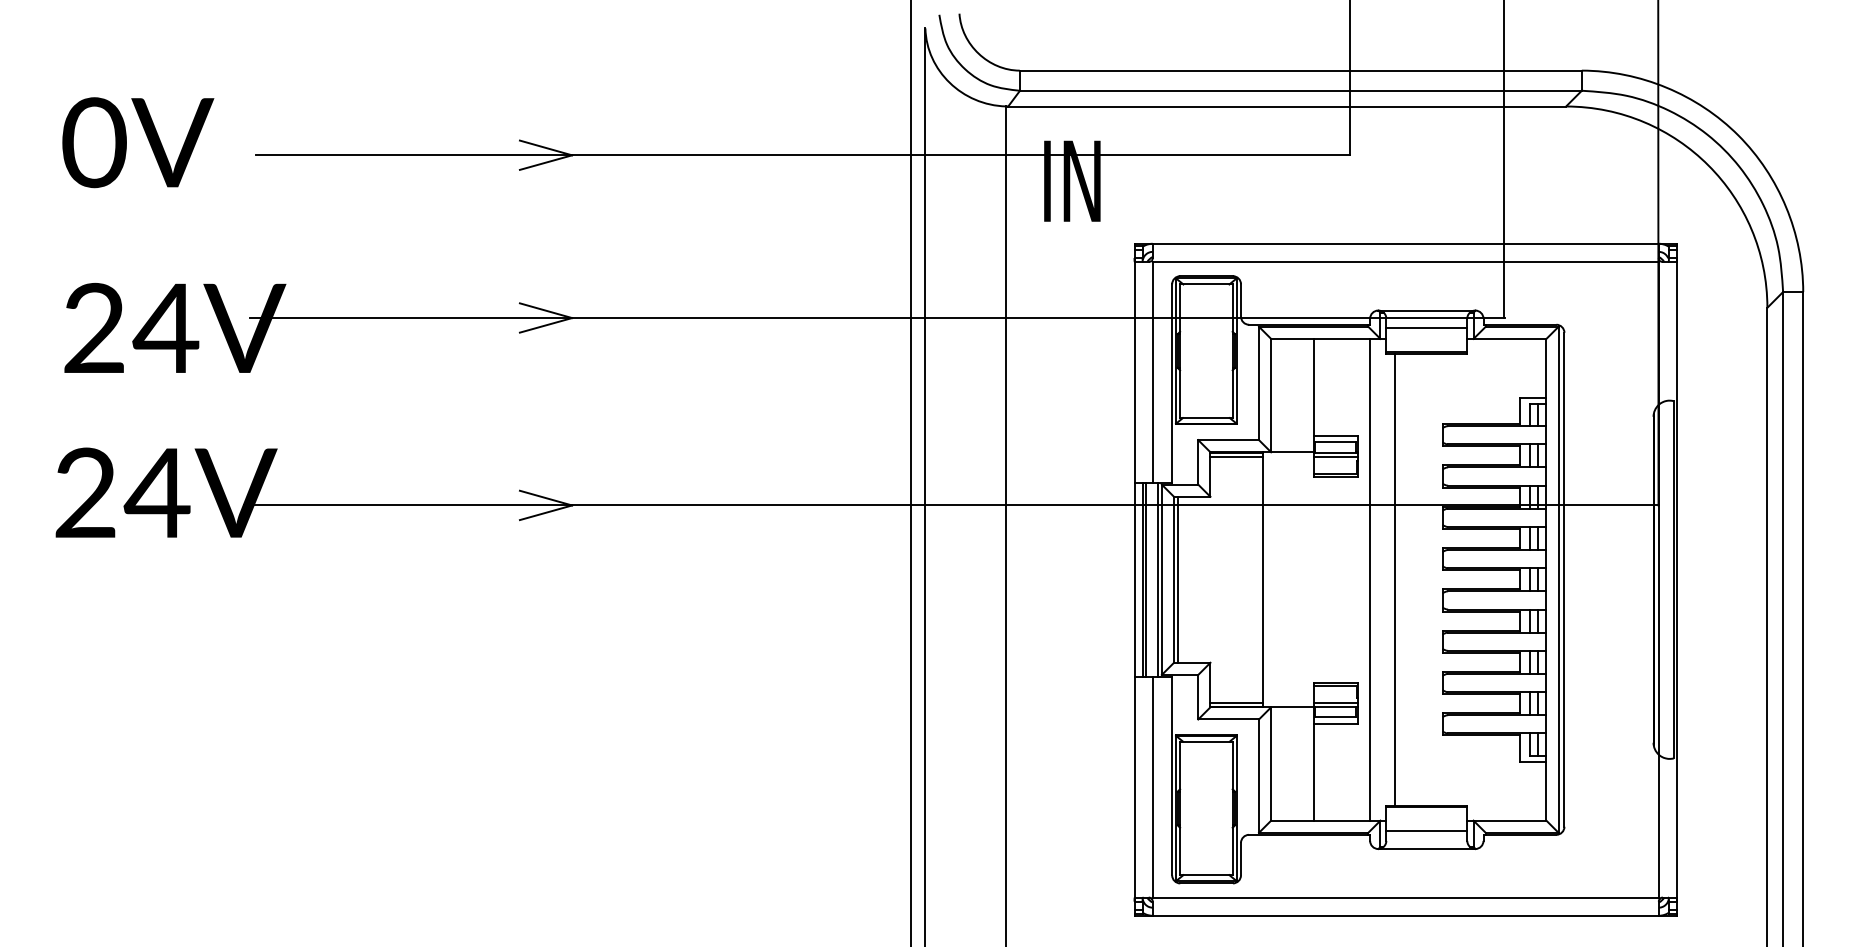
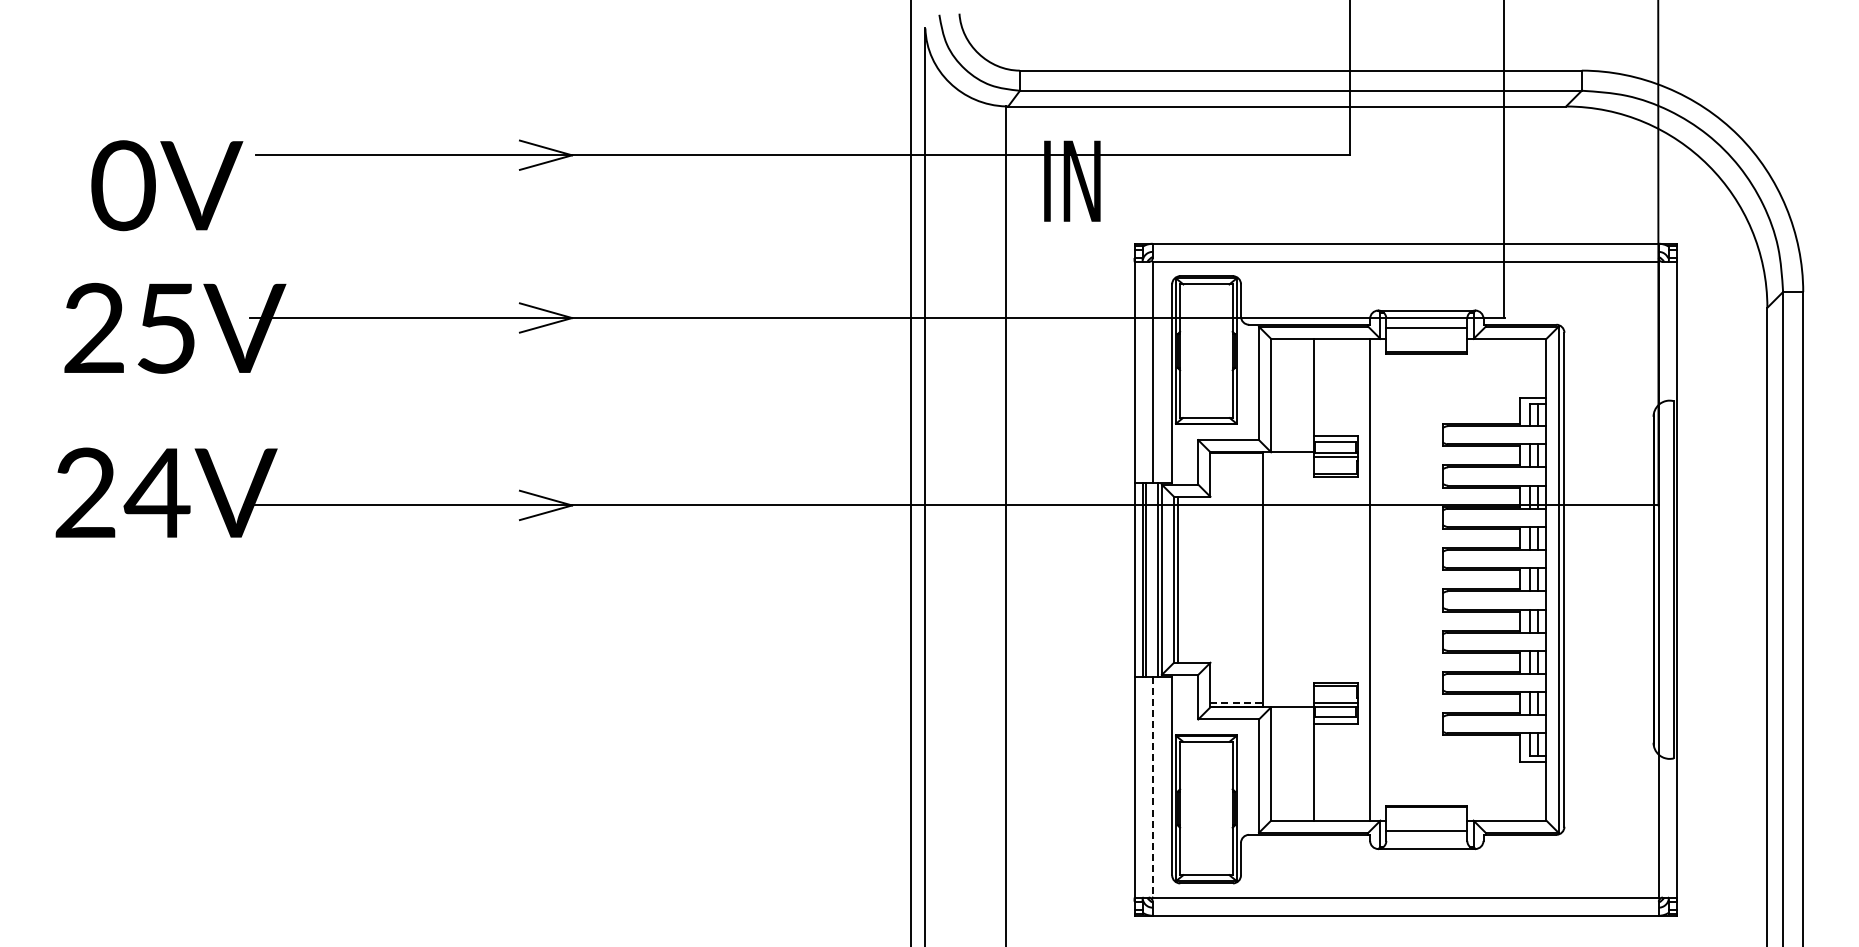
text at (138, 142) position: (138, 142) -> (167, 185)
text at (165, 328): 24V -> 25V
line at (1236, 456): present -> none
line at (1394, 579): present -> none
line at (1237, 702): solid -> dashed
line at (1152, 787): solid -> dashed
